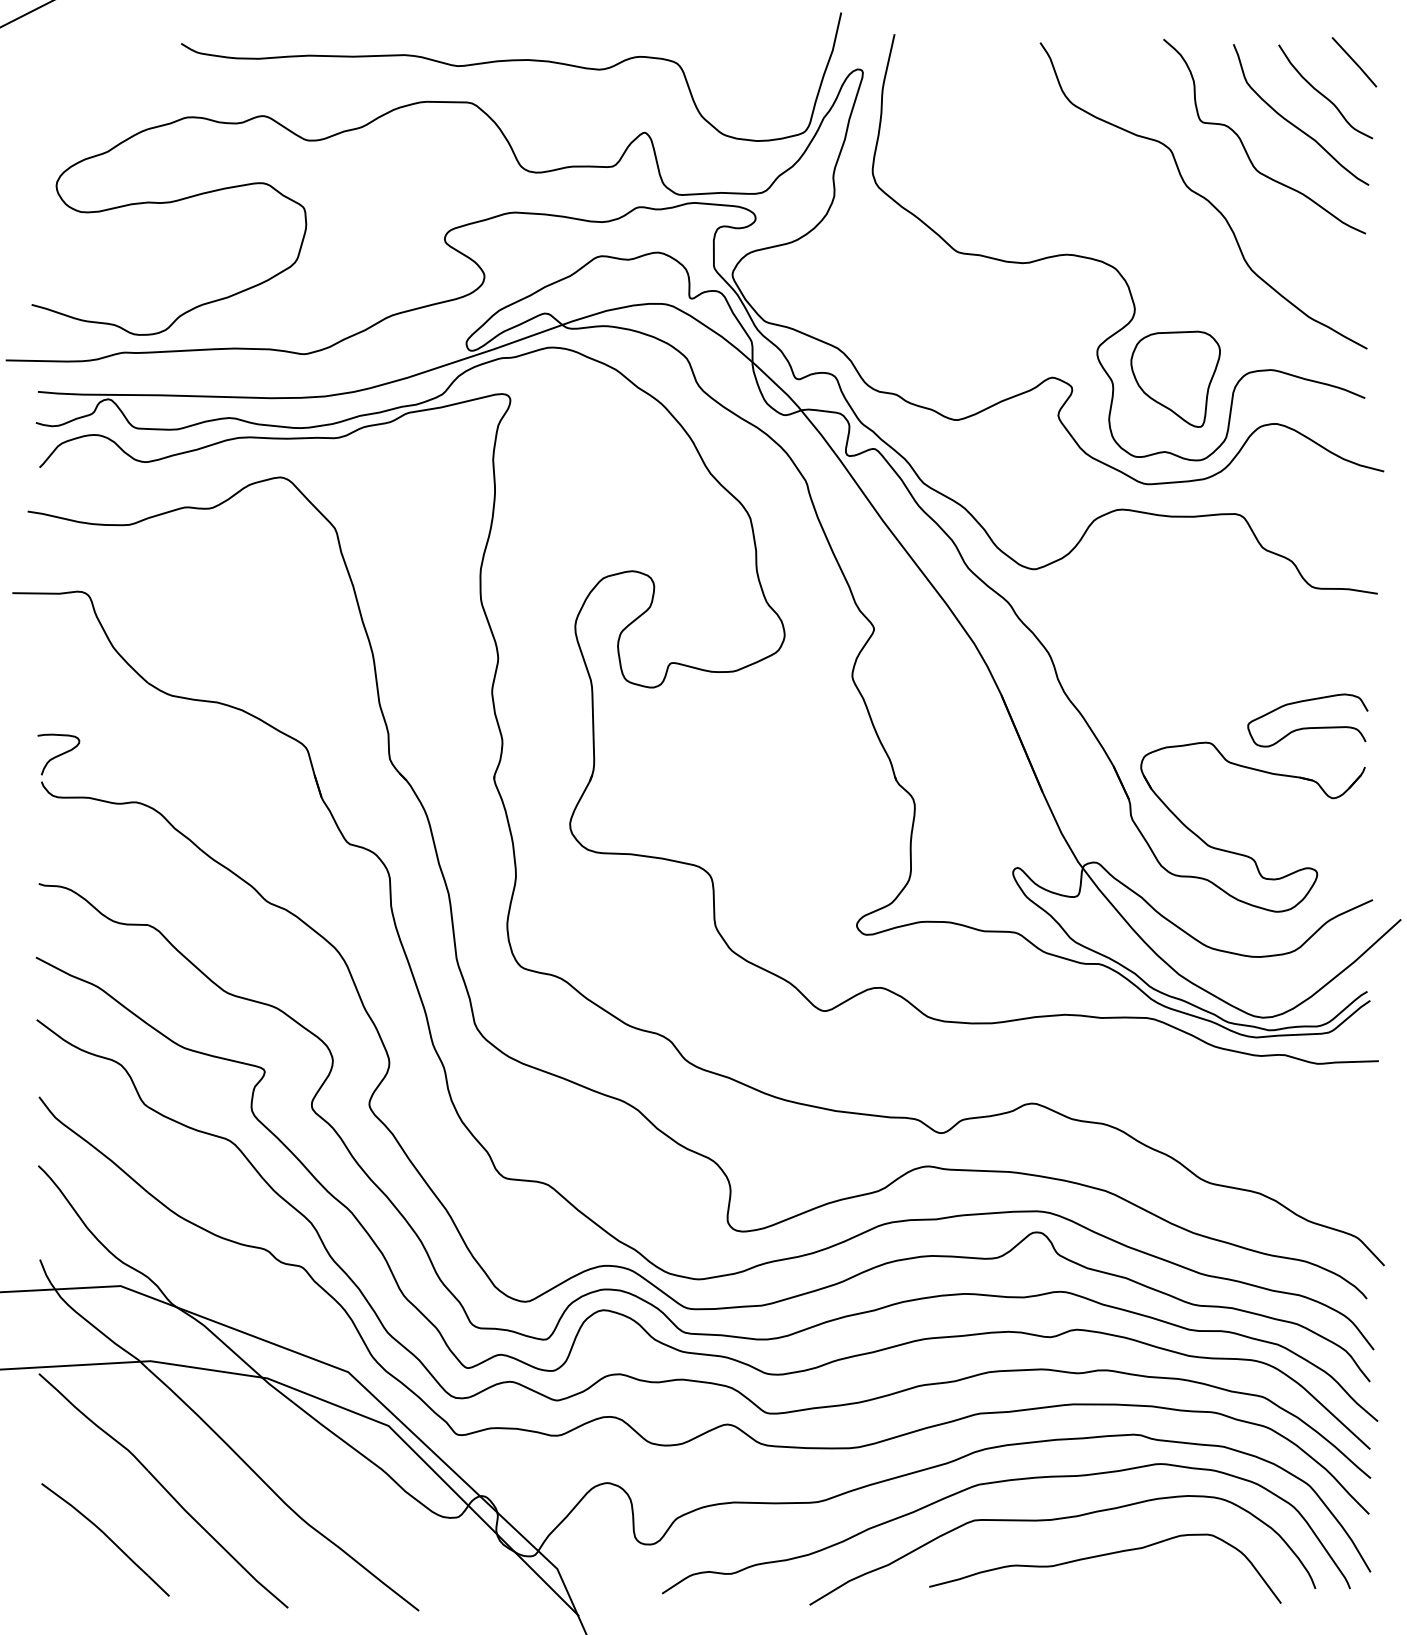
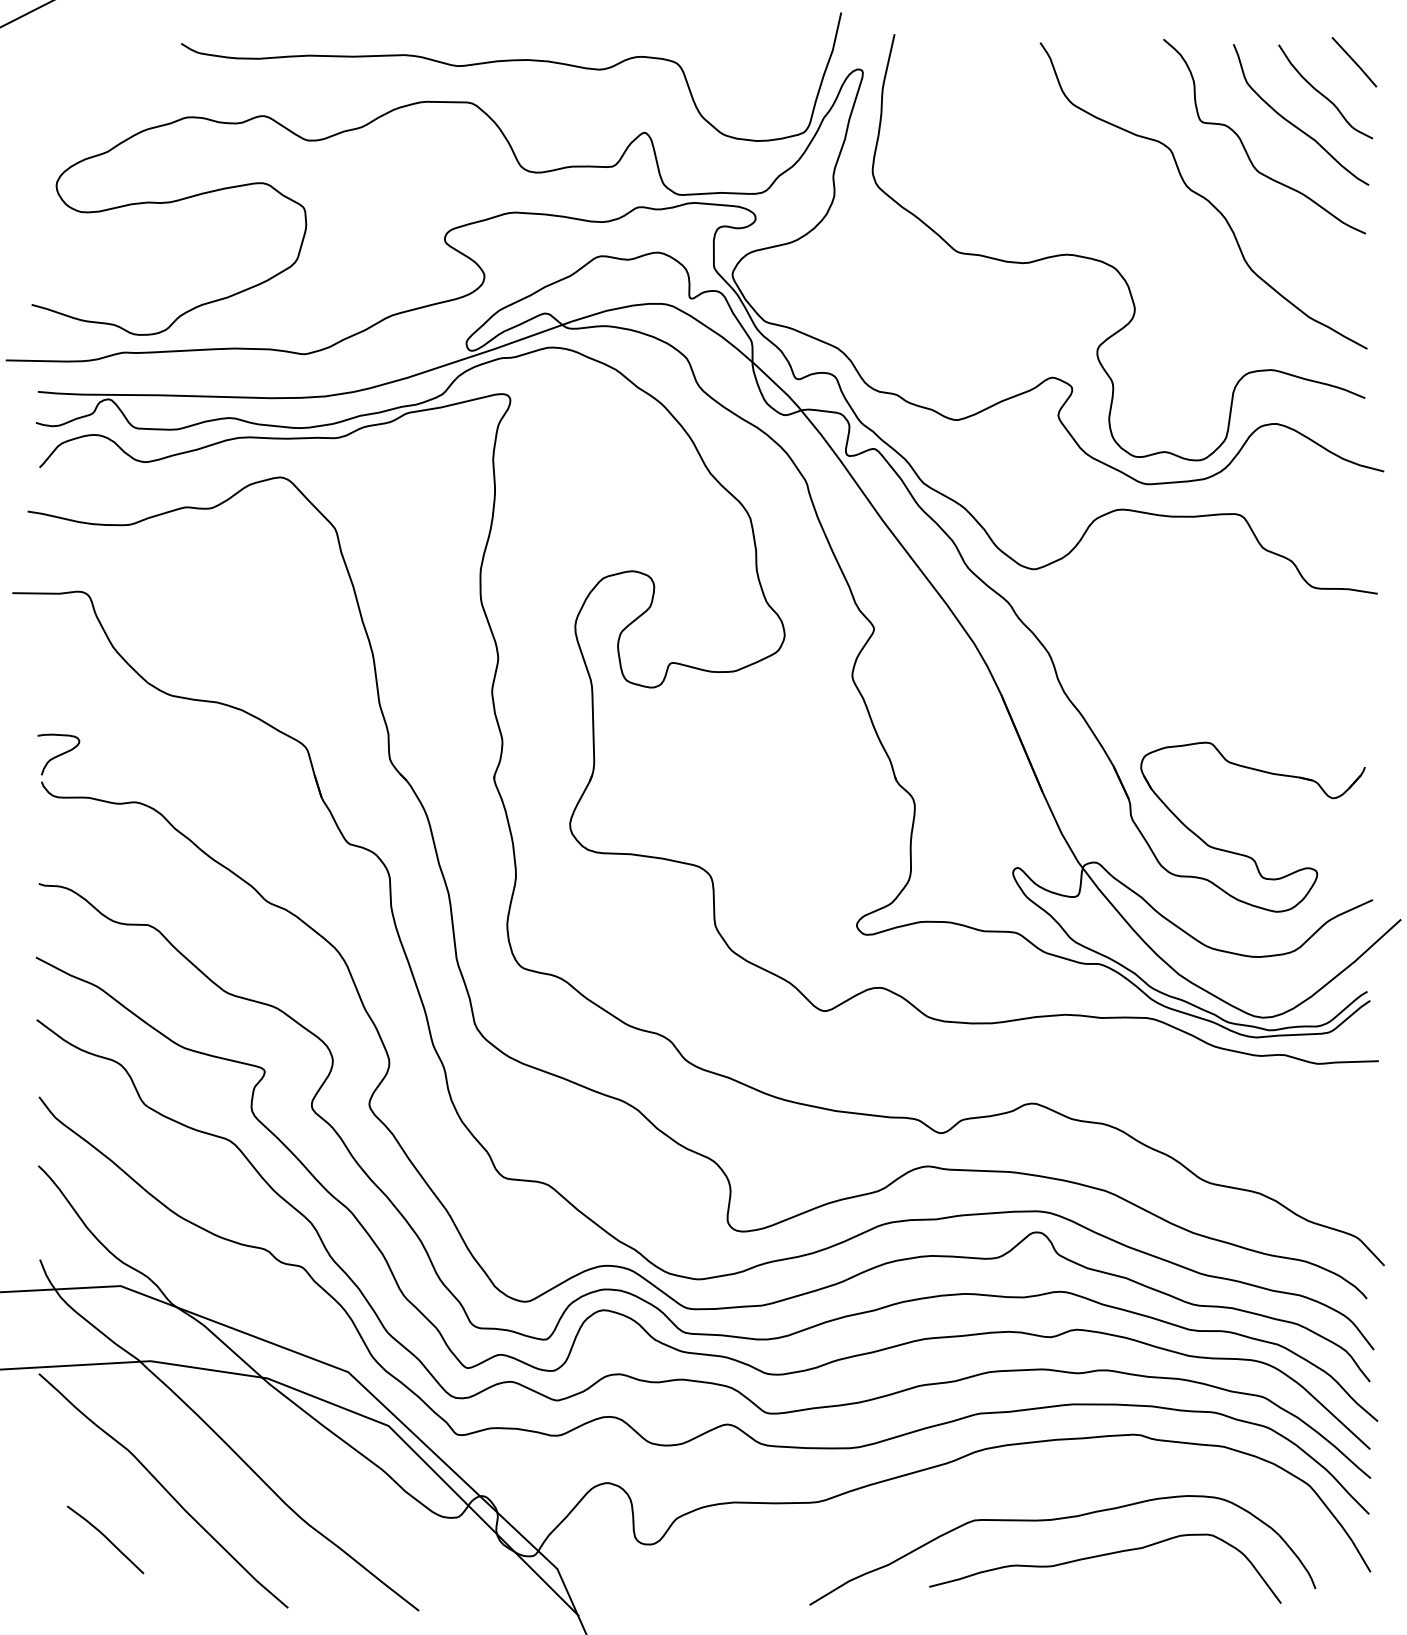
part at (1175, 378): present -> none
curve at (1307, 727): present -> none
curve at (1002, 1482): present -> none
part at (105, 1539) size: 129x114 px -> 78x70 px
